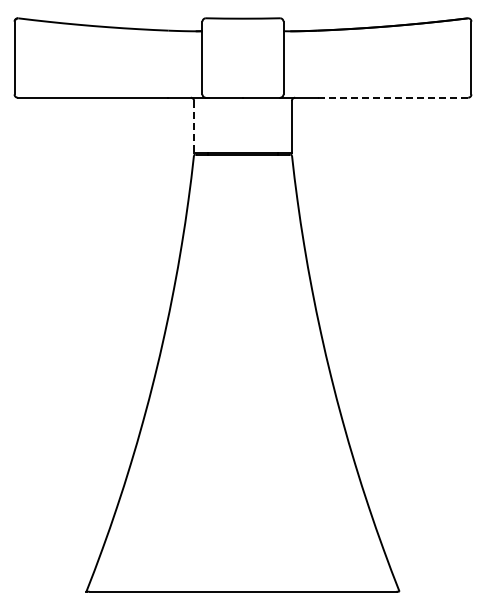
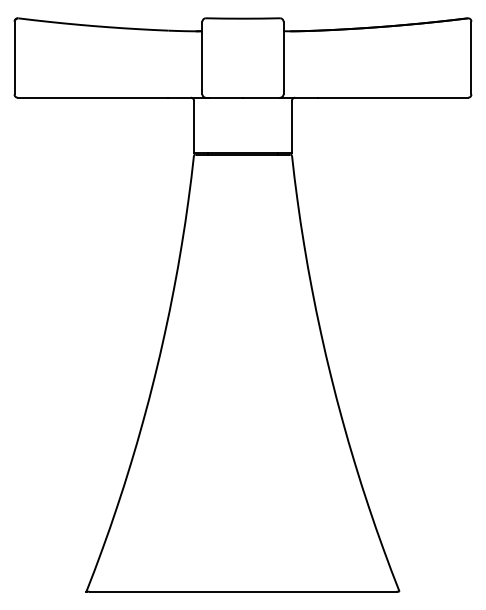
line at (393, 97): dashed -> solid
line at (194, 127): dashed -> solid
